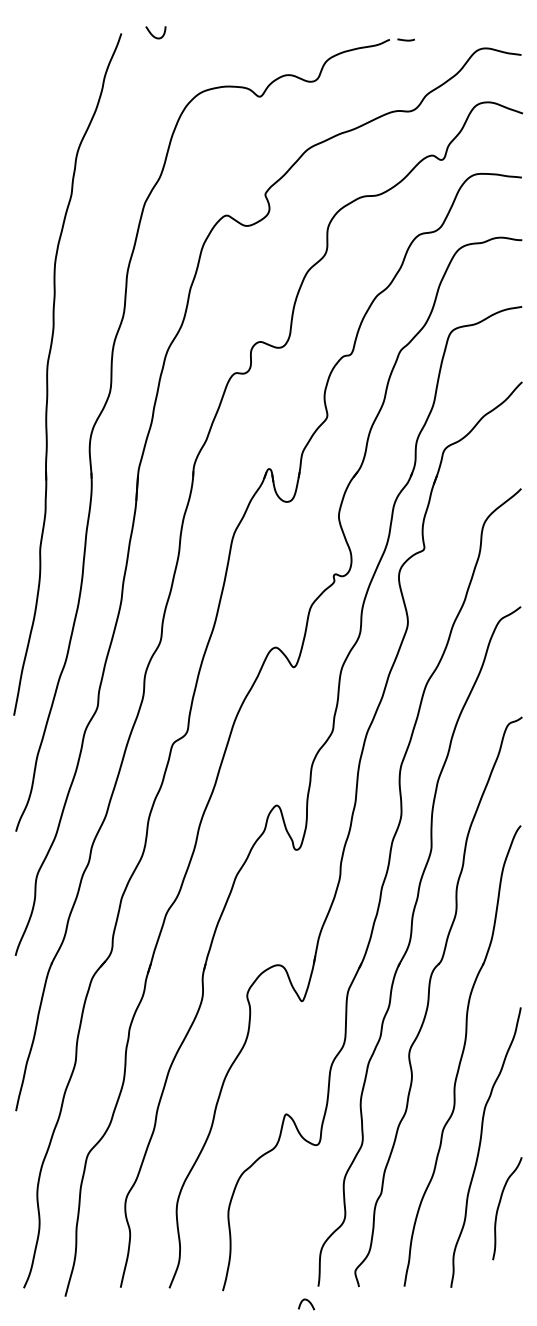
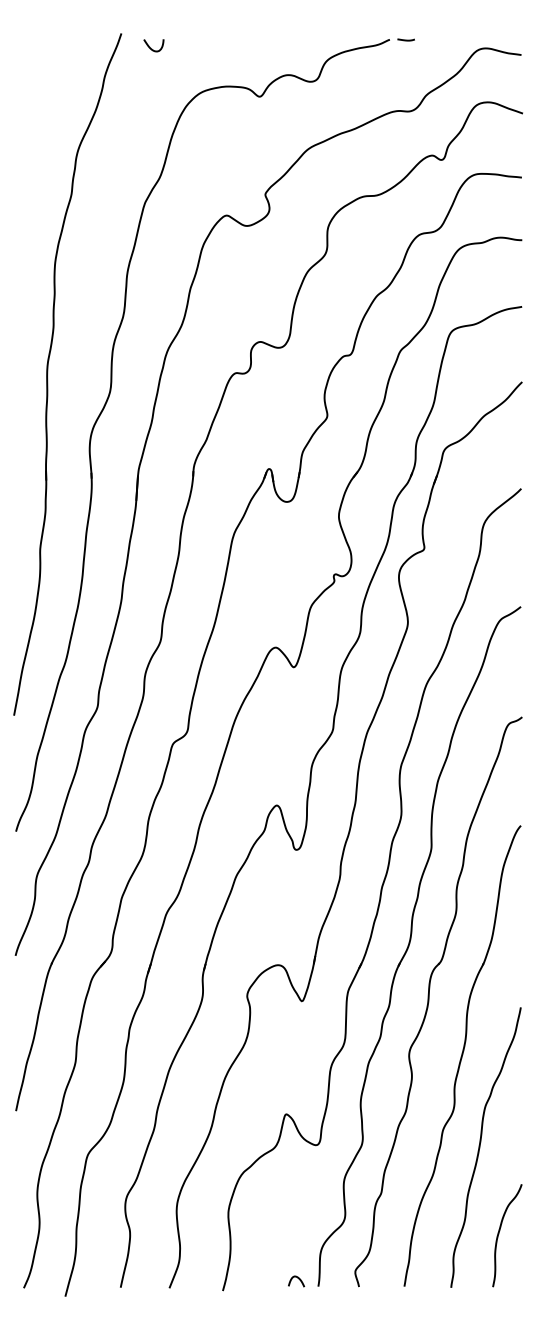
curve at (152, 34) position: (152, 34) -> (150, 47)
curve at (499, 1207) position: (499, 1207) -> (499, 1234)
curve at (308, 1302) position: (308, 1302) -> (298, 1279)
